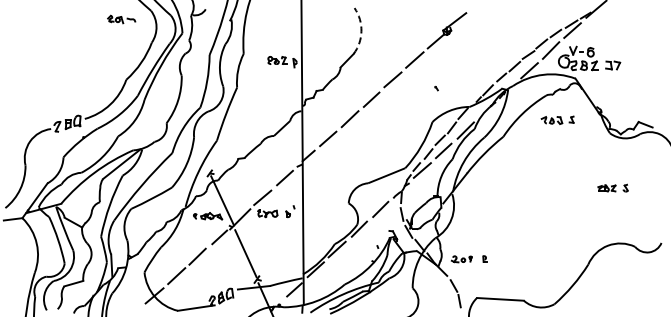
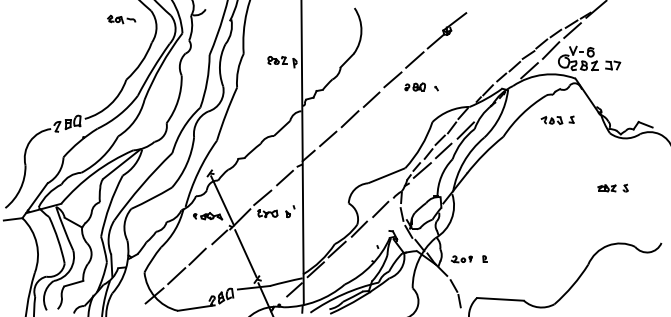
arc at (361, 31): dashed -> solid
part at (414, 86): none -> present
